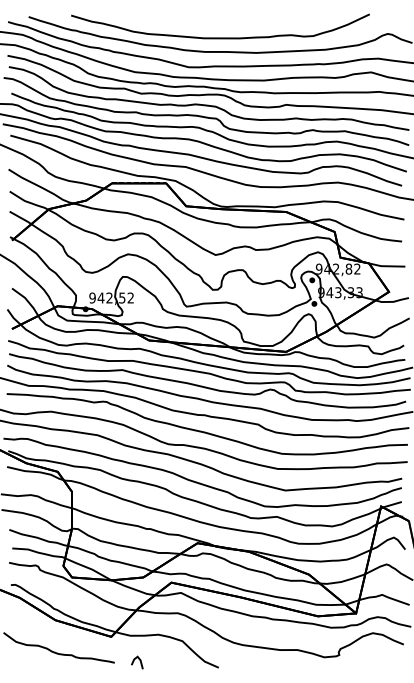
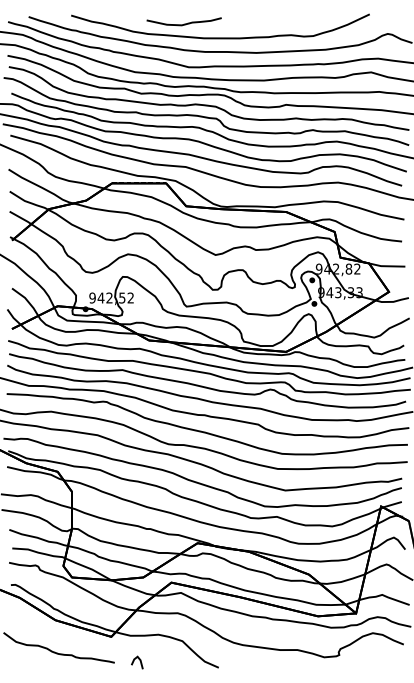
part at (183, 21): none -> present
